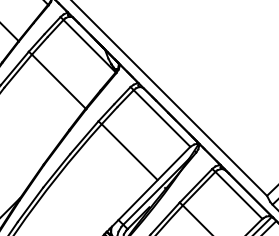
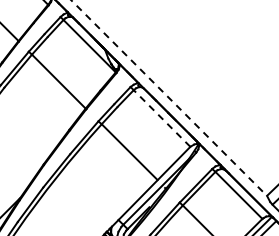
line at (169, 98): solid -> dashed
line at (161, 118): solid -> dashed
